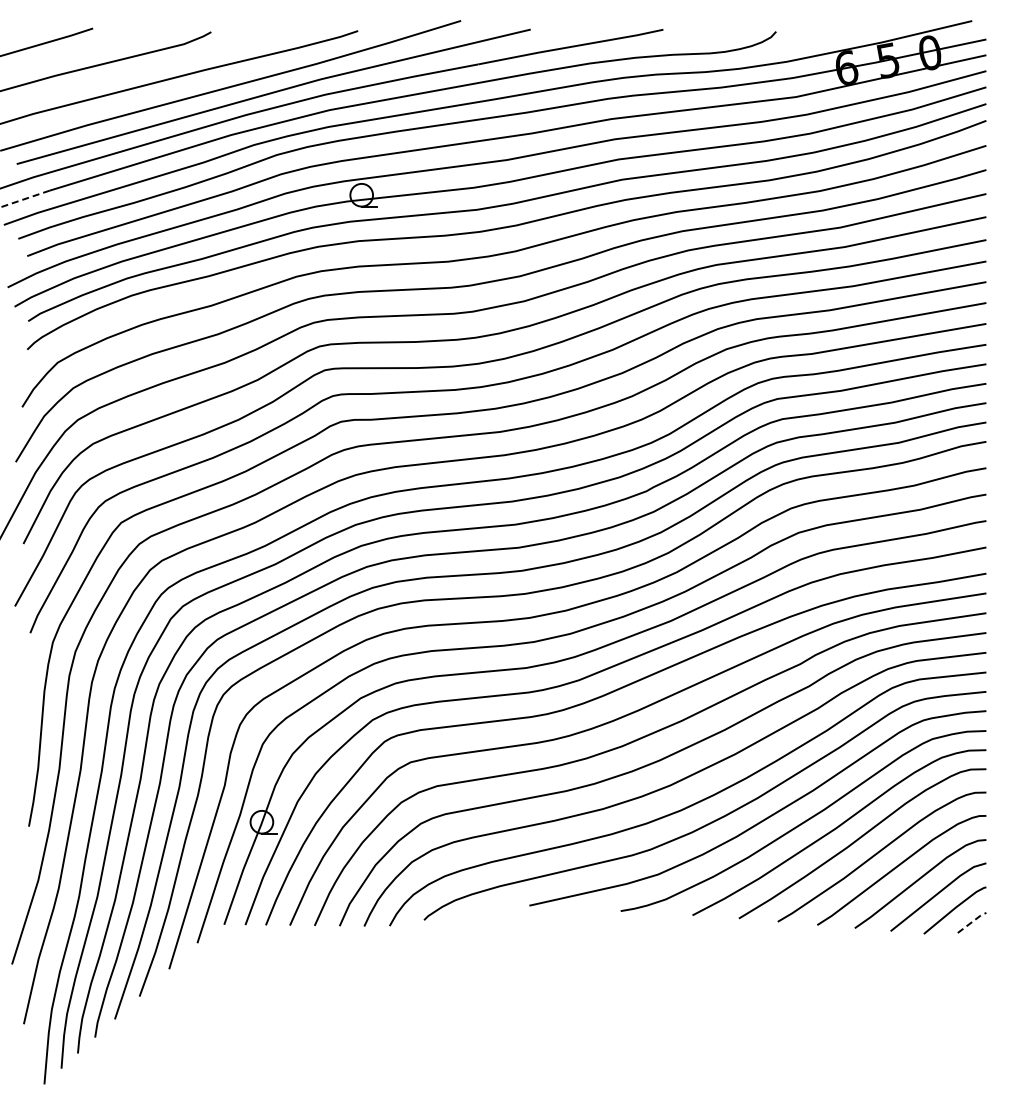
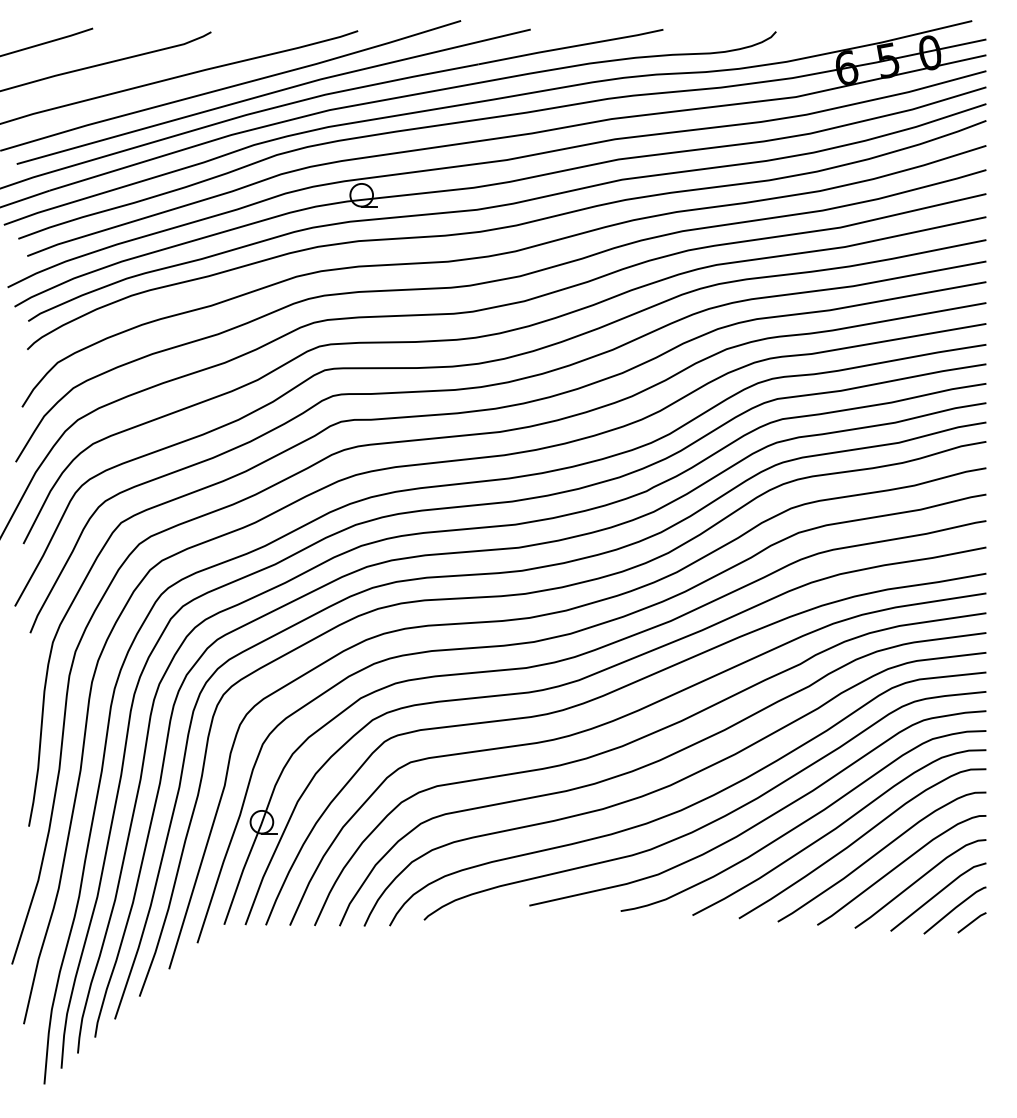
line at (25, 198): dashed -> solid
line at (972, 921): dashed -> solid
